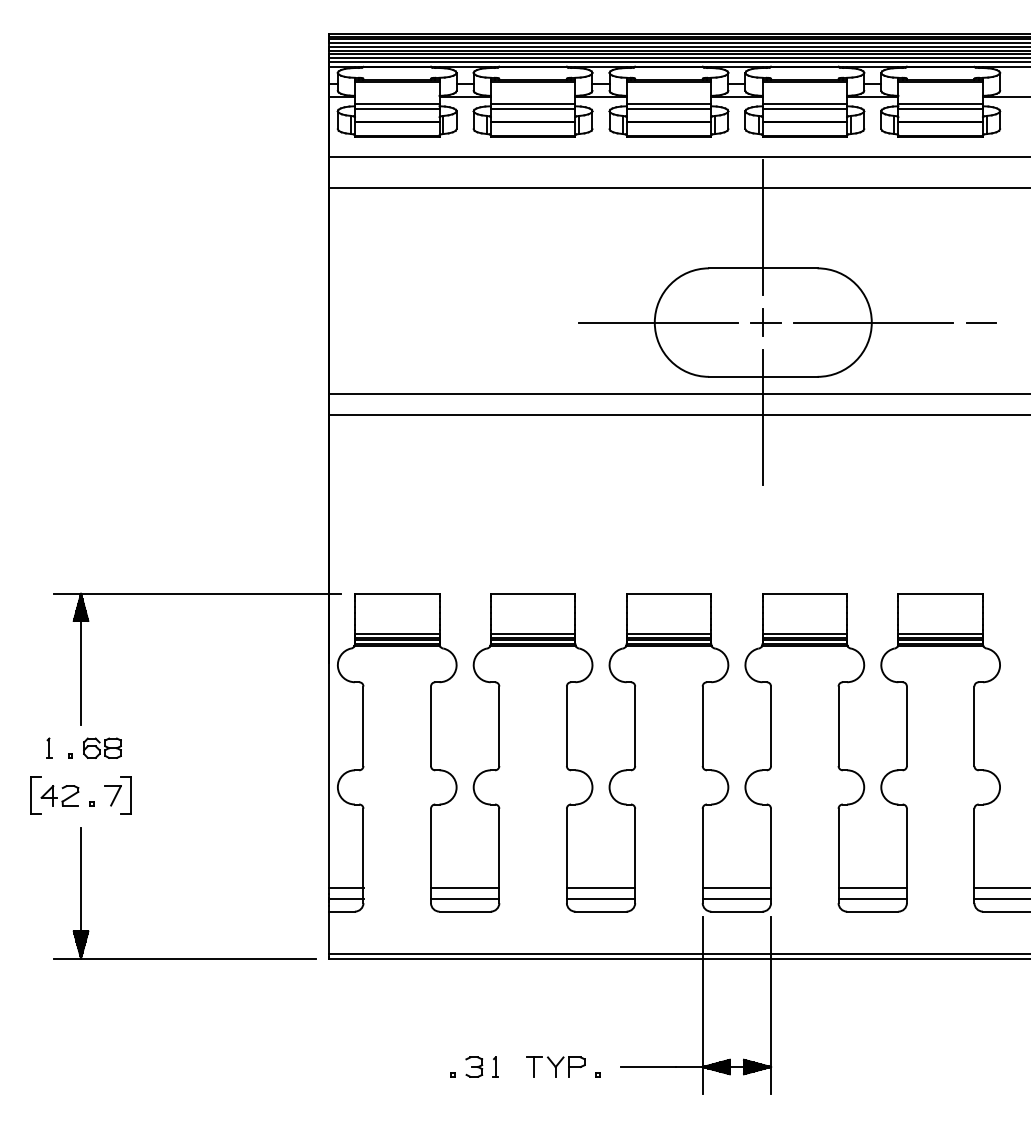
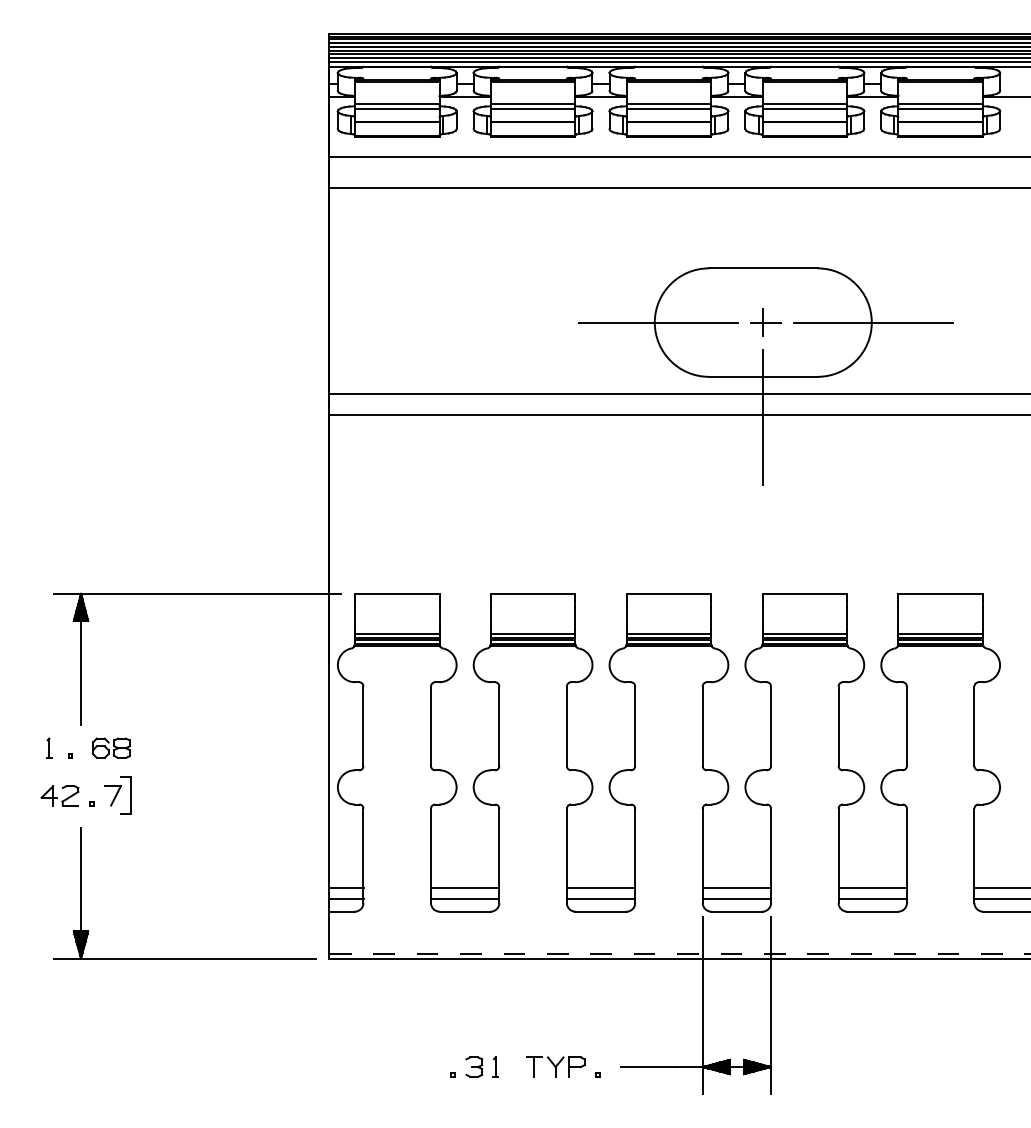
line at (763, 227): present -> none
line at (981, 322): present -> none
part at (102, 747) position: (102, 747) -> (111, 747)
part at (35, 795): present -> none
line at (679, 954): solid -> dashed
